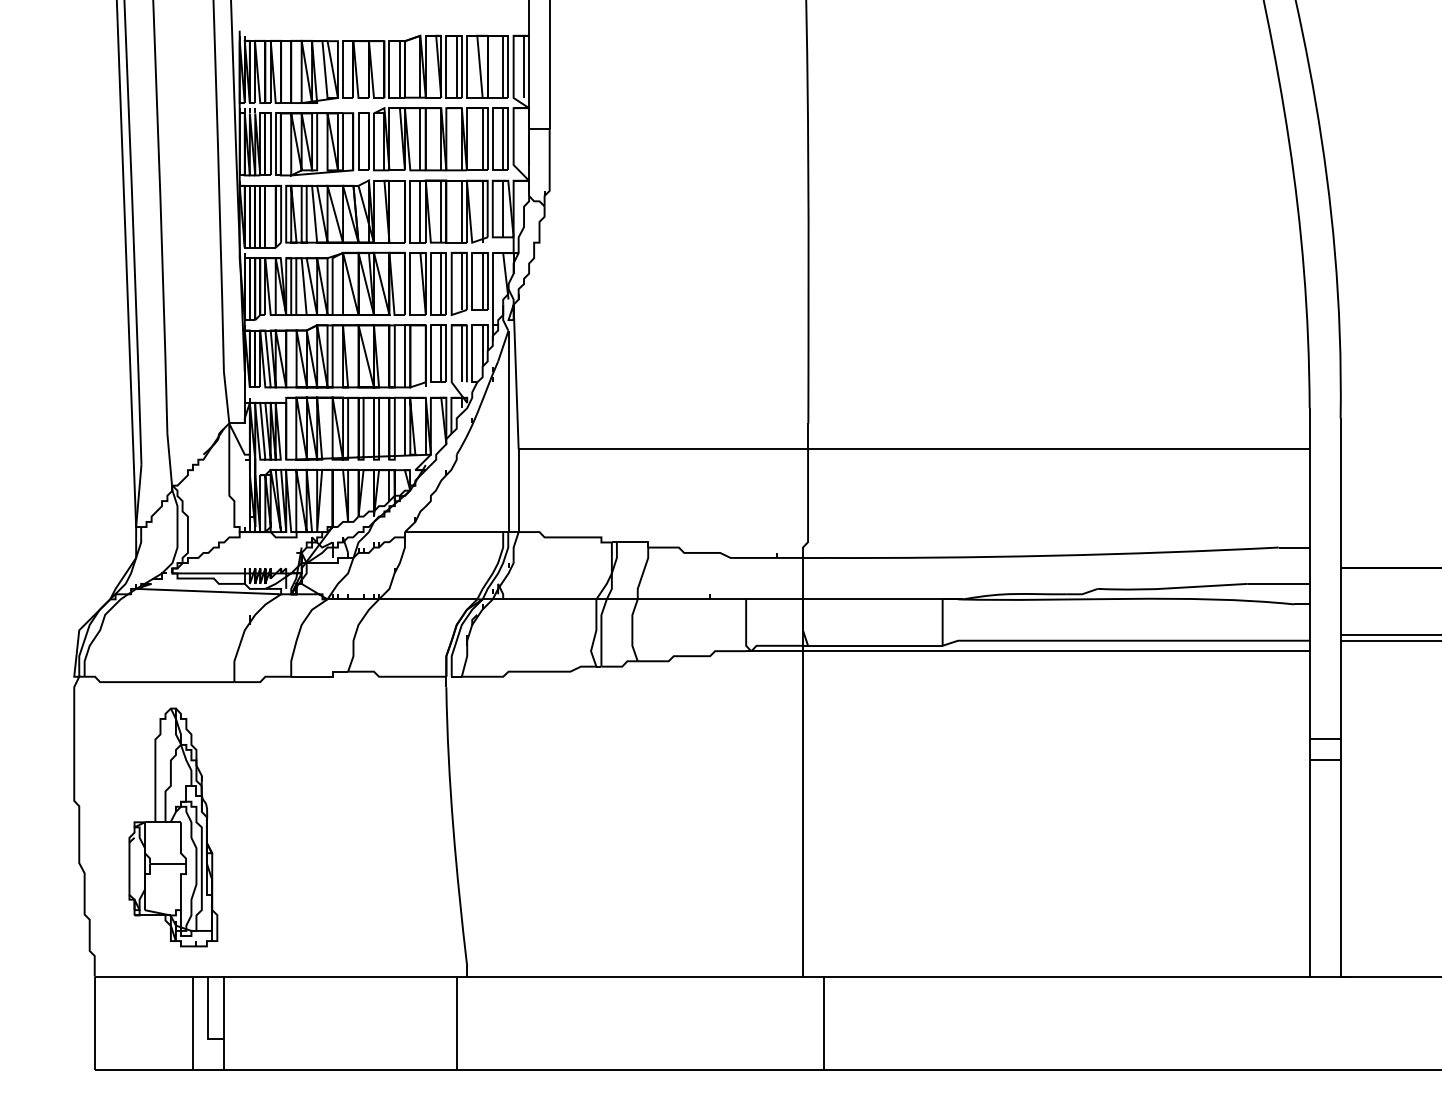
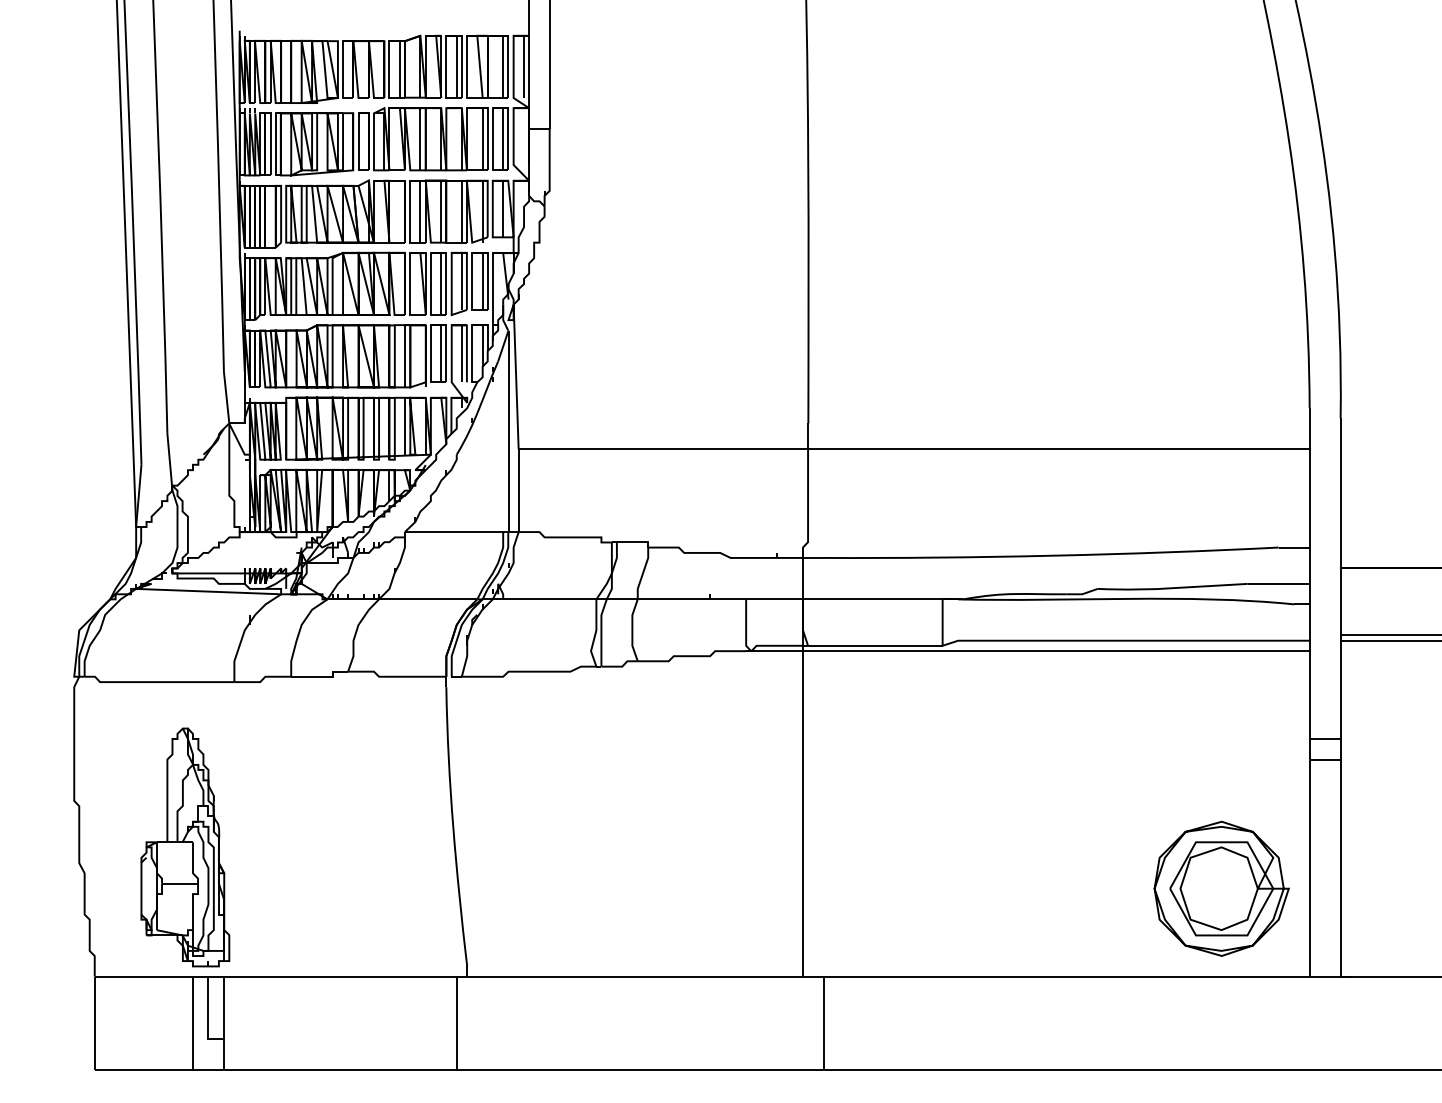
part at (173, 827) position: (173, 827) -> (185, 847)
part at (1221, 888): none -> present
